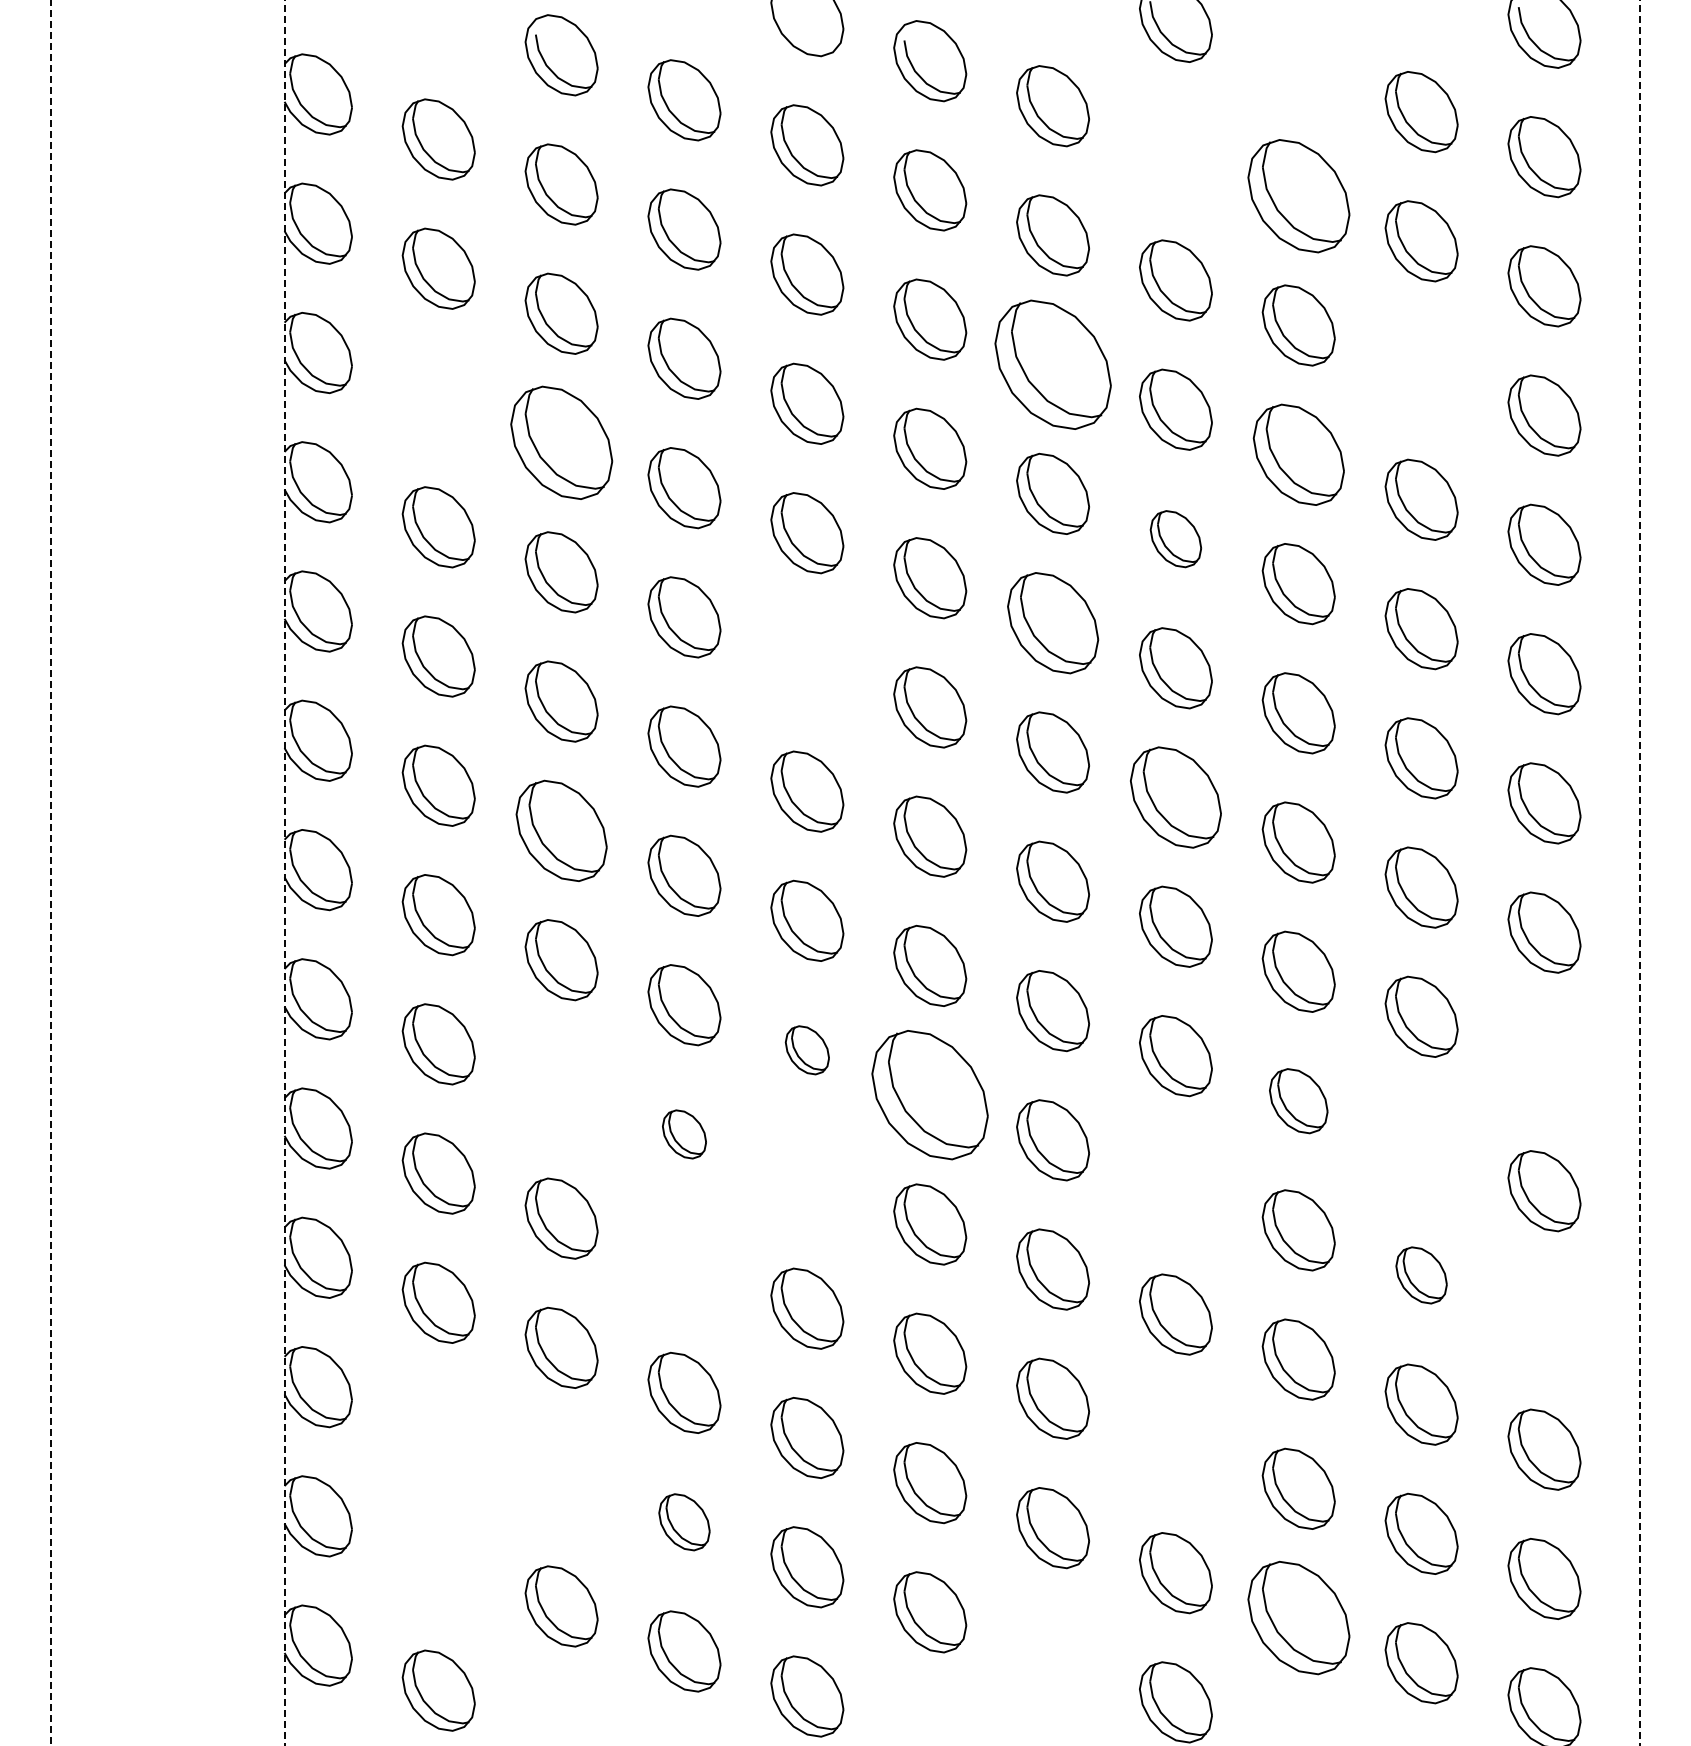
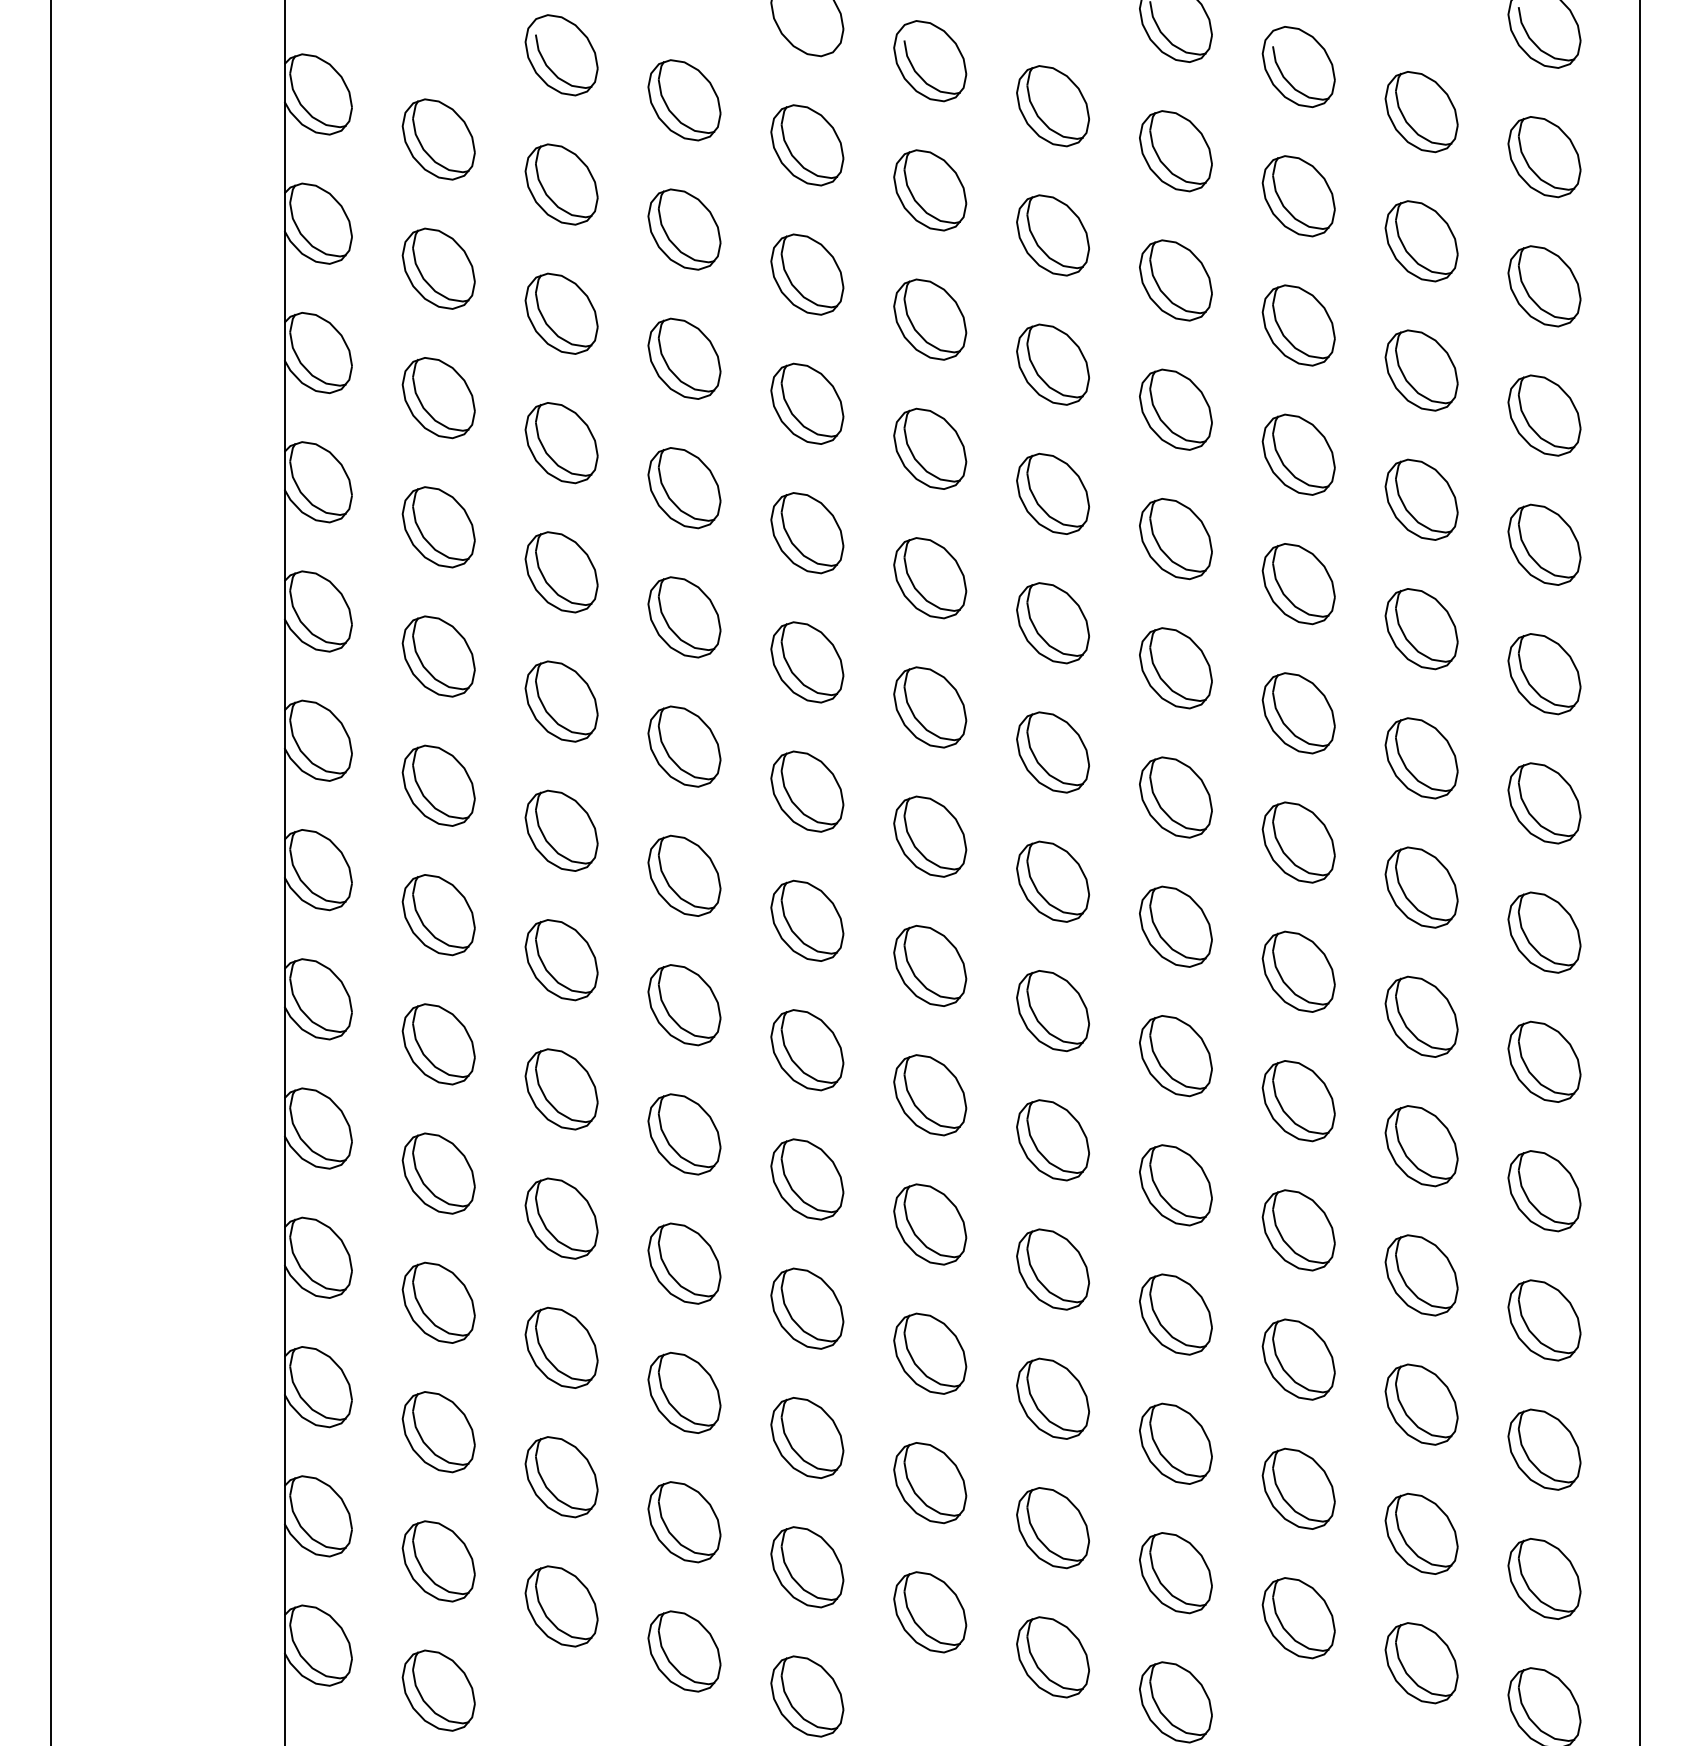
part at (1298, 67): none -> present
part at (1175, 151): none -> present
part at (1298, 196) size: 104x115 px -> 75x83 px
part at (1052, 364) size: 118x131 px -> 74x83 px
part at (1421, 370): none -> present
part at (438, 398): none -> present
part at (561, 442) size: 104x115 px -> 75x83 px
part at (1298, 454) size: 93x103 px -> 75x83 px
part at (1175, 539) size: 54x59 px -> 74x83 px
part at (1053, 623) size: 93x103 px -> 74x83 px
part at (807, 662): none -> present
part at (1175, 797) size: 92x103 px -> 74x83 px
part at (561, 830) size: 93x103 px -> 75x83 px
line at (284, 871): dashed -> solid
line at (1640, 872): dashed -> solid
line at (50, 874): dashed -> solid
part at (806, 1050) size: 46x51 px -> 75x83 px
part at (1544, 1061): none -> present
part at (561, 1089): none -> present
part at (929, 1095) size: 118x131 px -> 75x83 px
part at (1298, 1101) size: 60x67 px -> 75x83 px
part at (684, 1134) size: 45x51 px -> 75x83 px
part at (1421, 1146): none -> present
part at (807, 1179): none -> present
part at (1175, 1185): none -> present
part at (684, 1263): none -> present
part at (1421, 1275) size: 53x59 px -> 75x83 px
part at (1544, 1320): none -> present
part at (438, 1432): none -> present
part at (1175, 1443): none -> present
part at (561, 1477): none -> present
part at (684, 1522) size: 53x59 px -> 75x83 px
part at (438, 1561): none -> present
part at (1298, 1617) size: 104x116 px -> 75x83 px
part at (1052, 1657): none -> present
